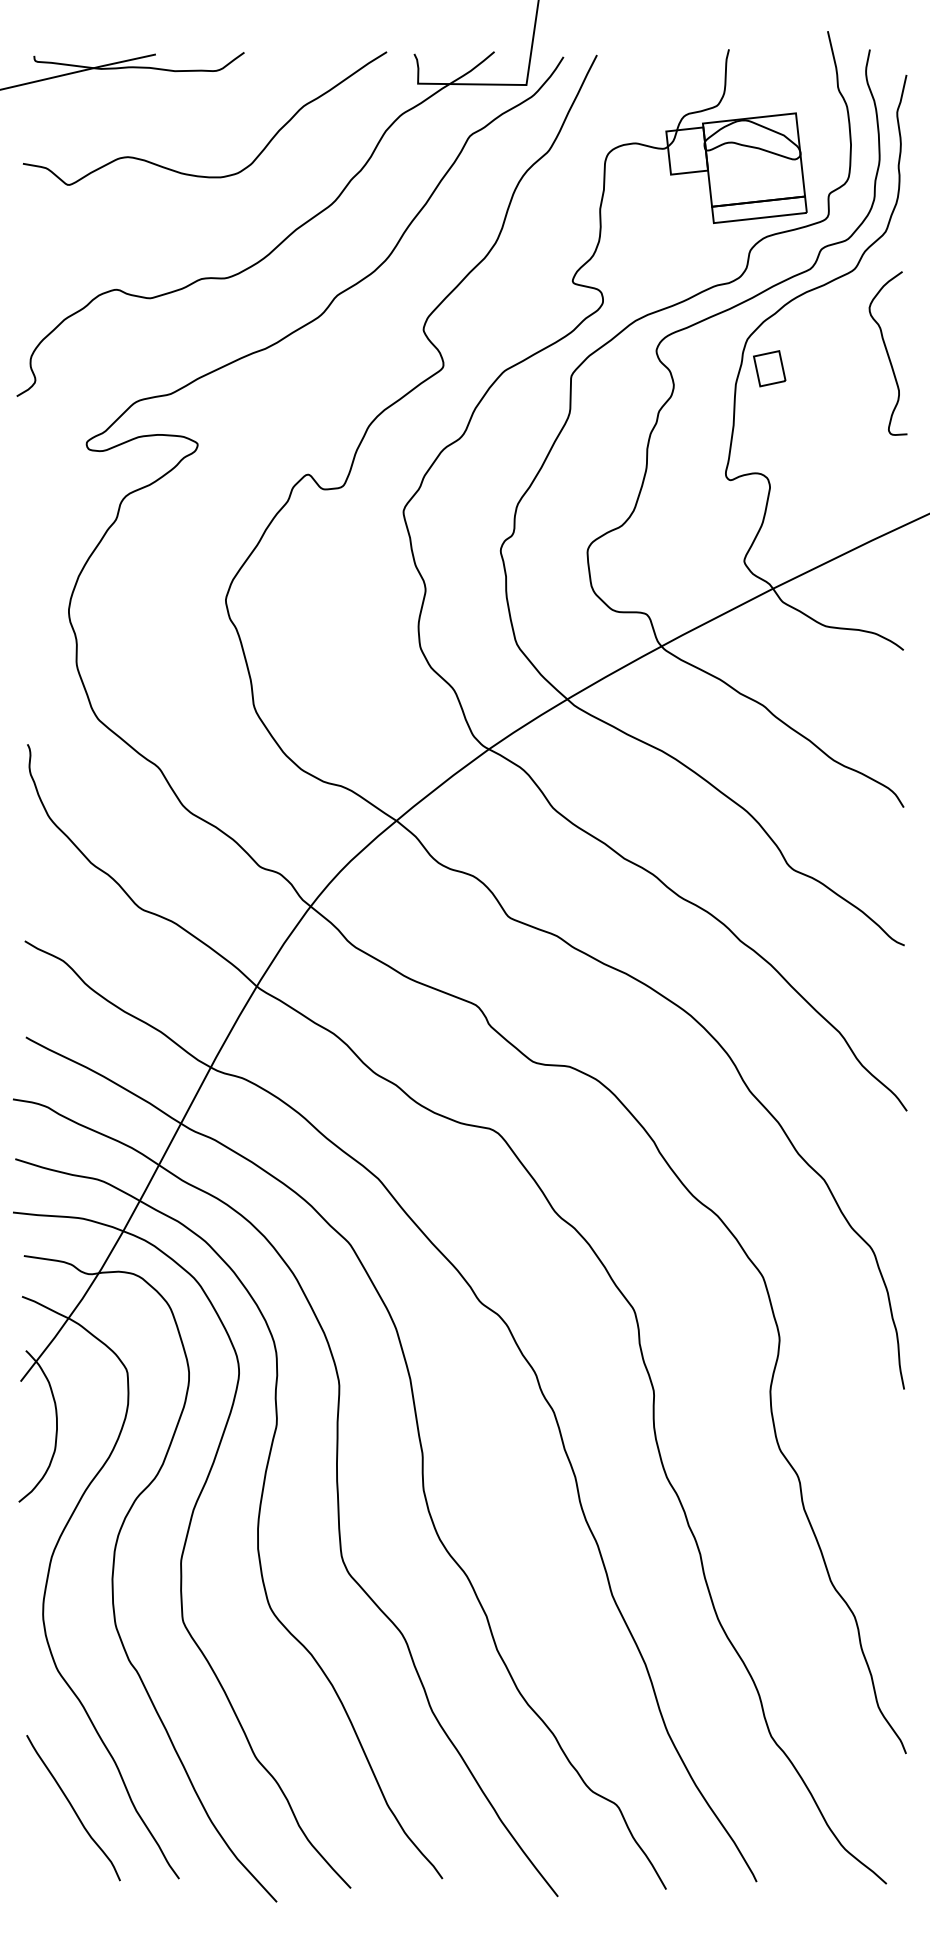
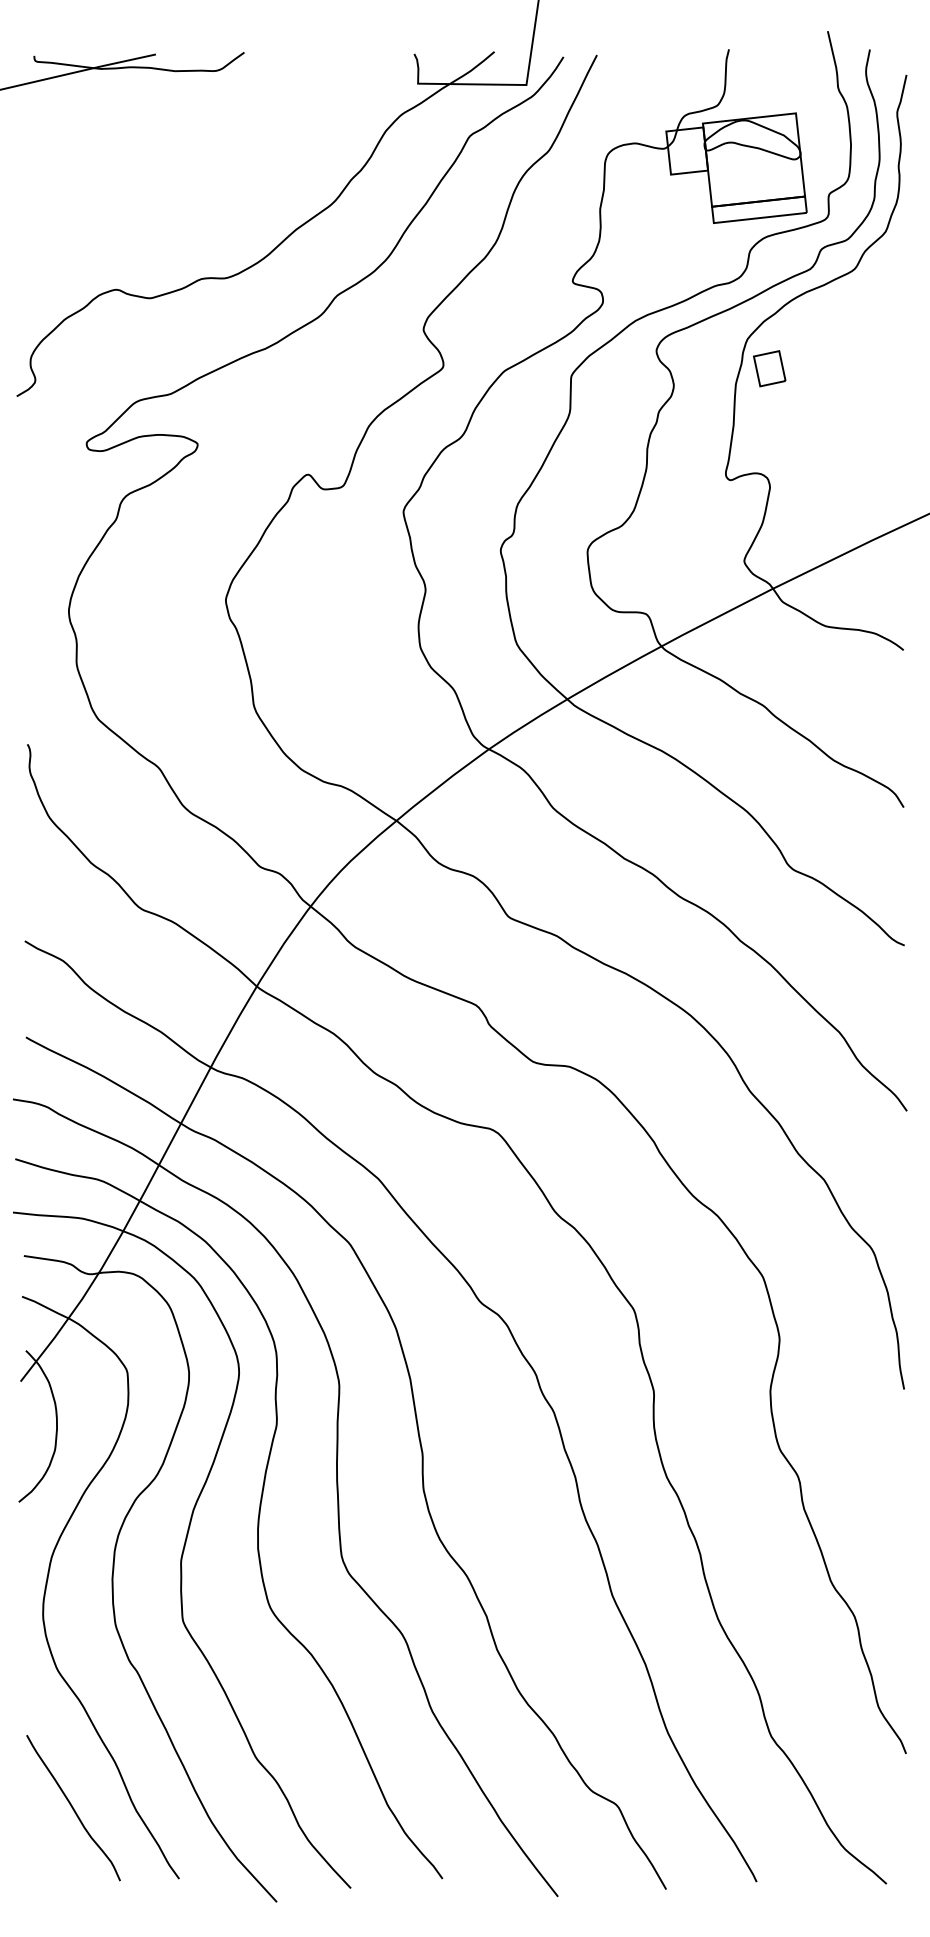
curve at (194, 174): present -> none
curve at (887, 353): present -> none
